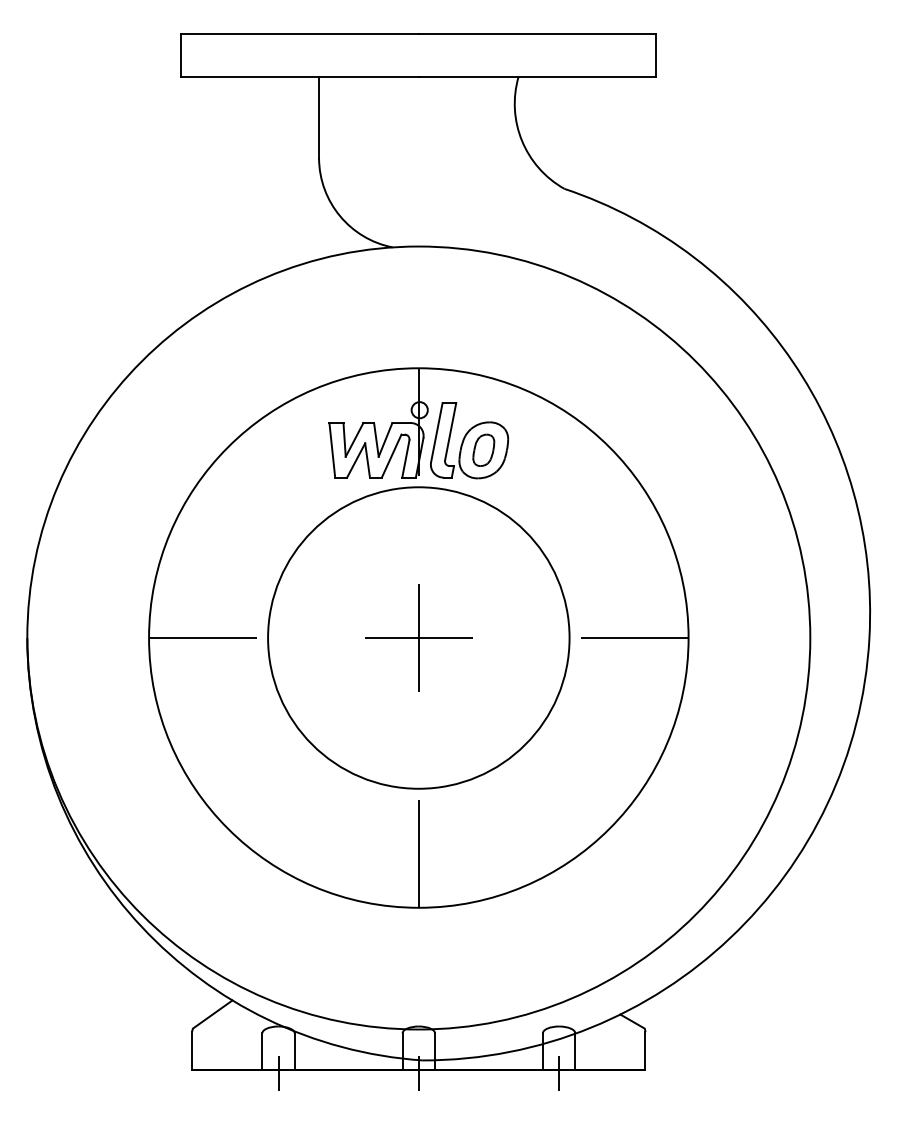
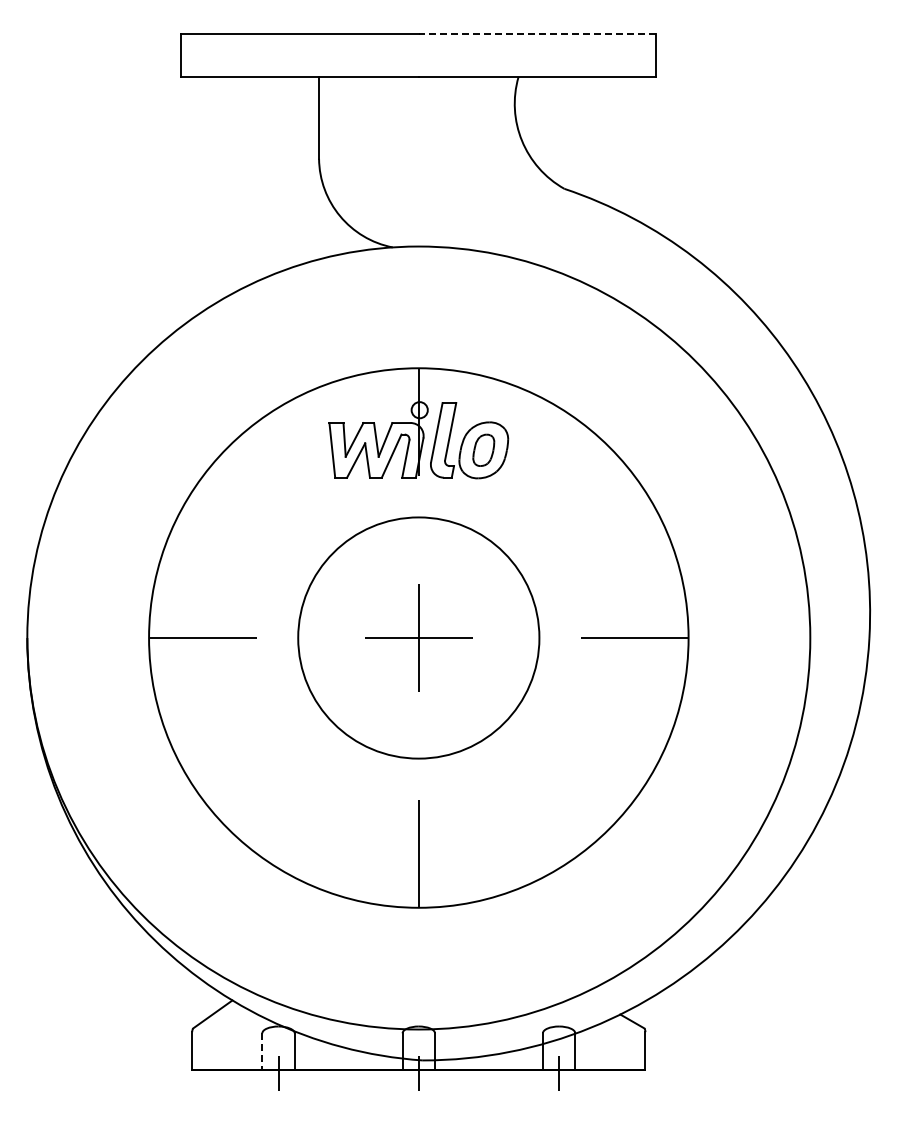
line at (537, 33): solid -> dashed
circle at (418, 637) diameter: 301 px -> 241 px
line at (262, 1051): solid -> dashed
